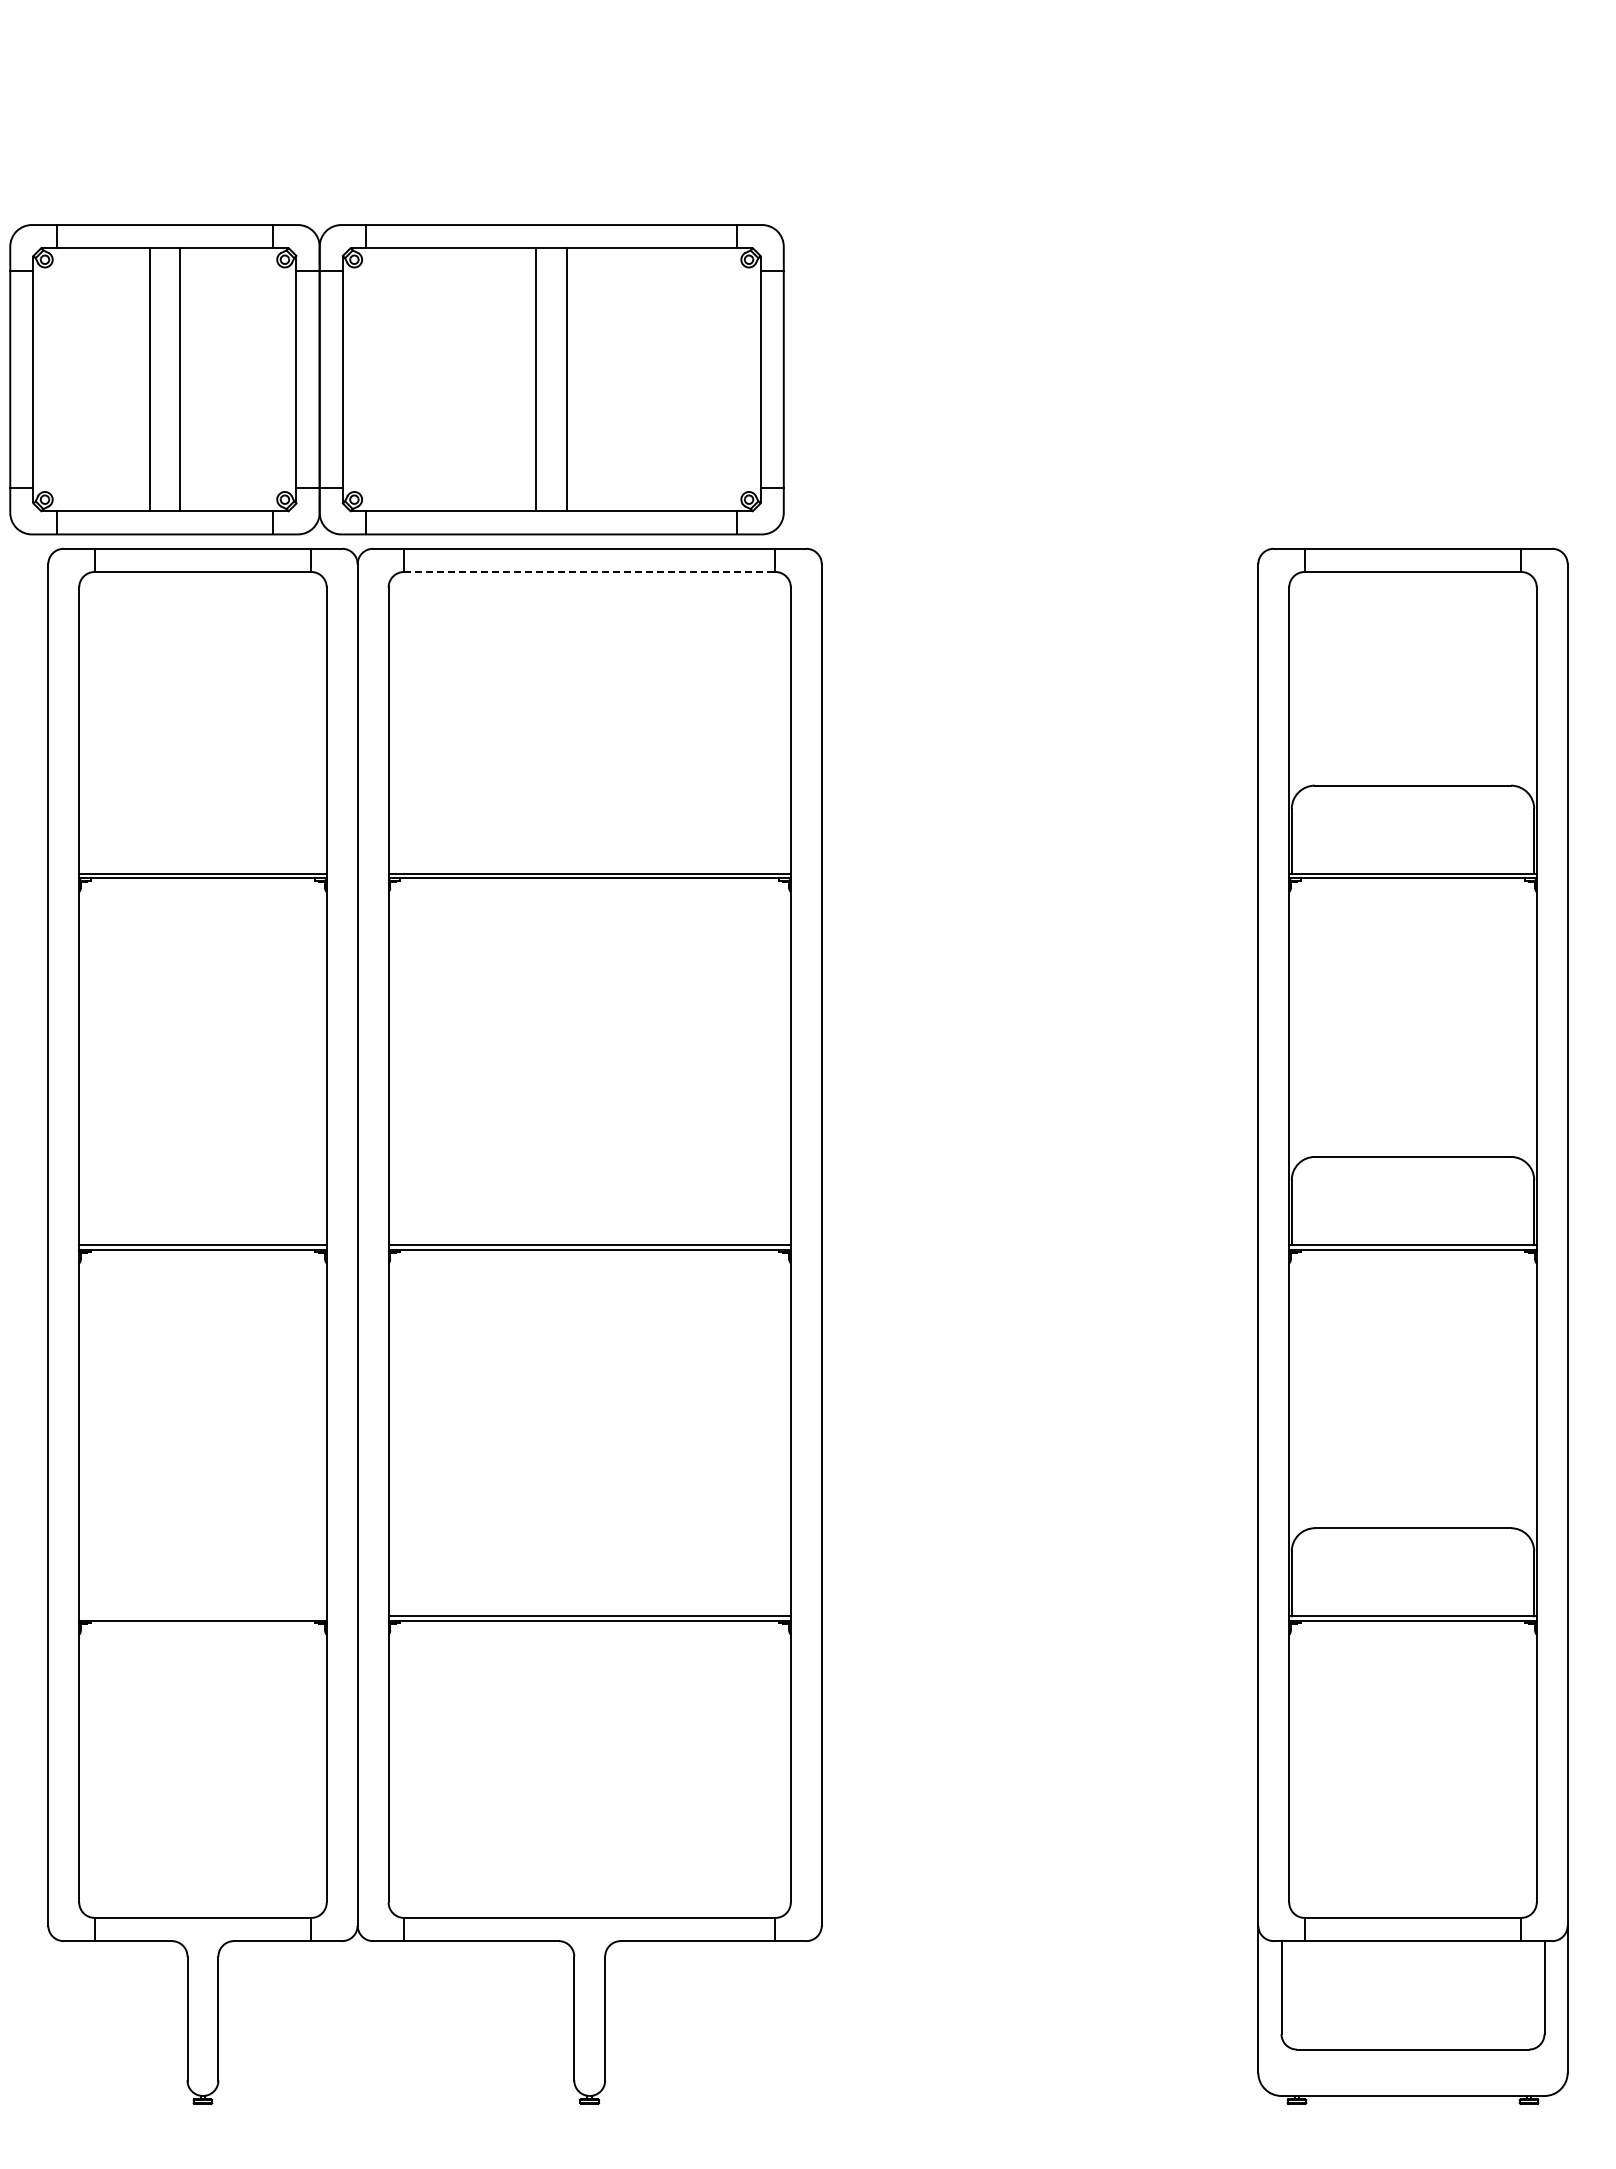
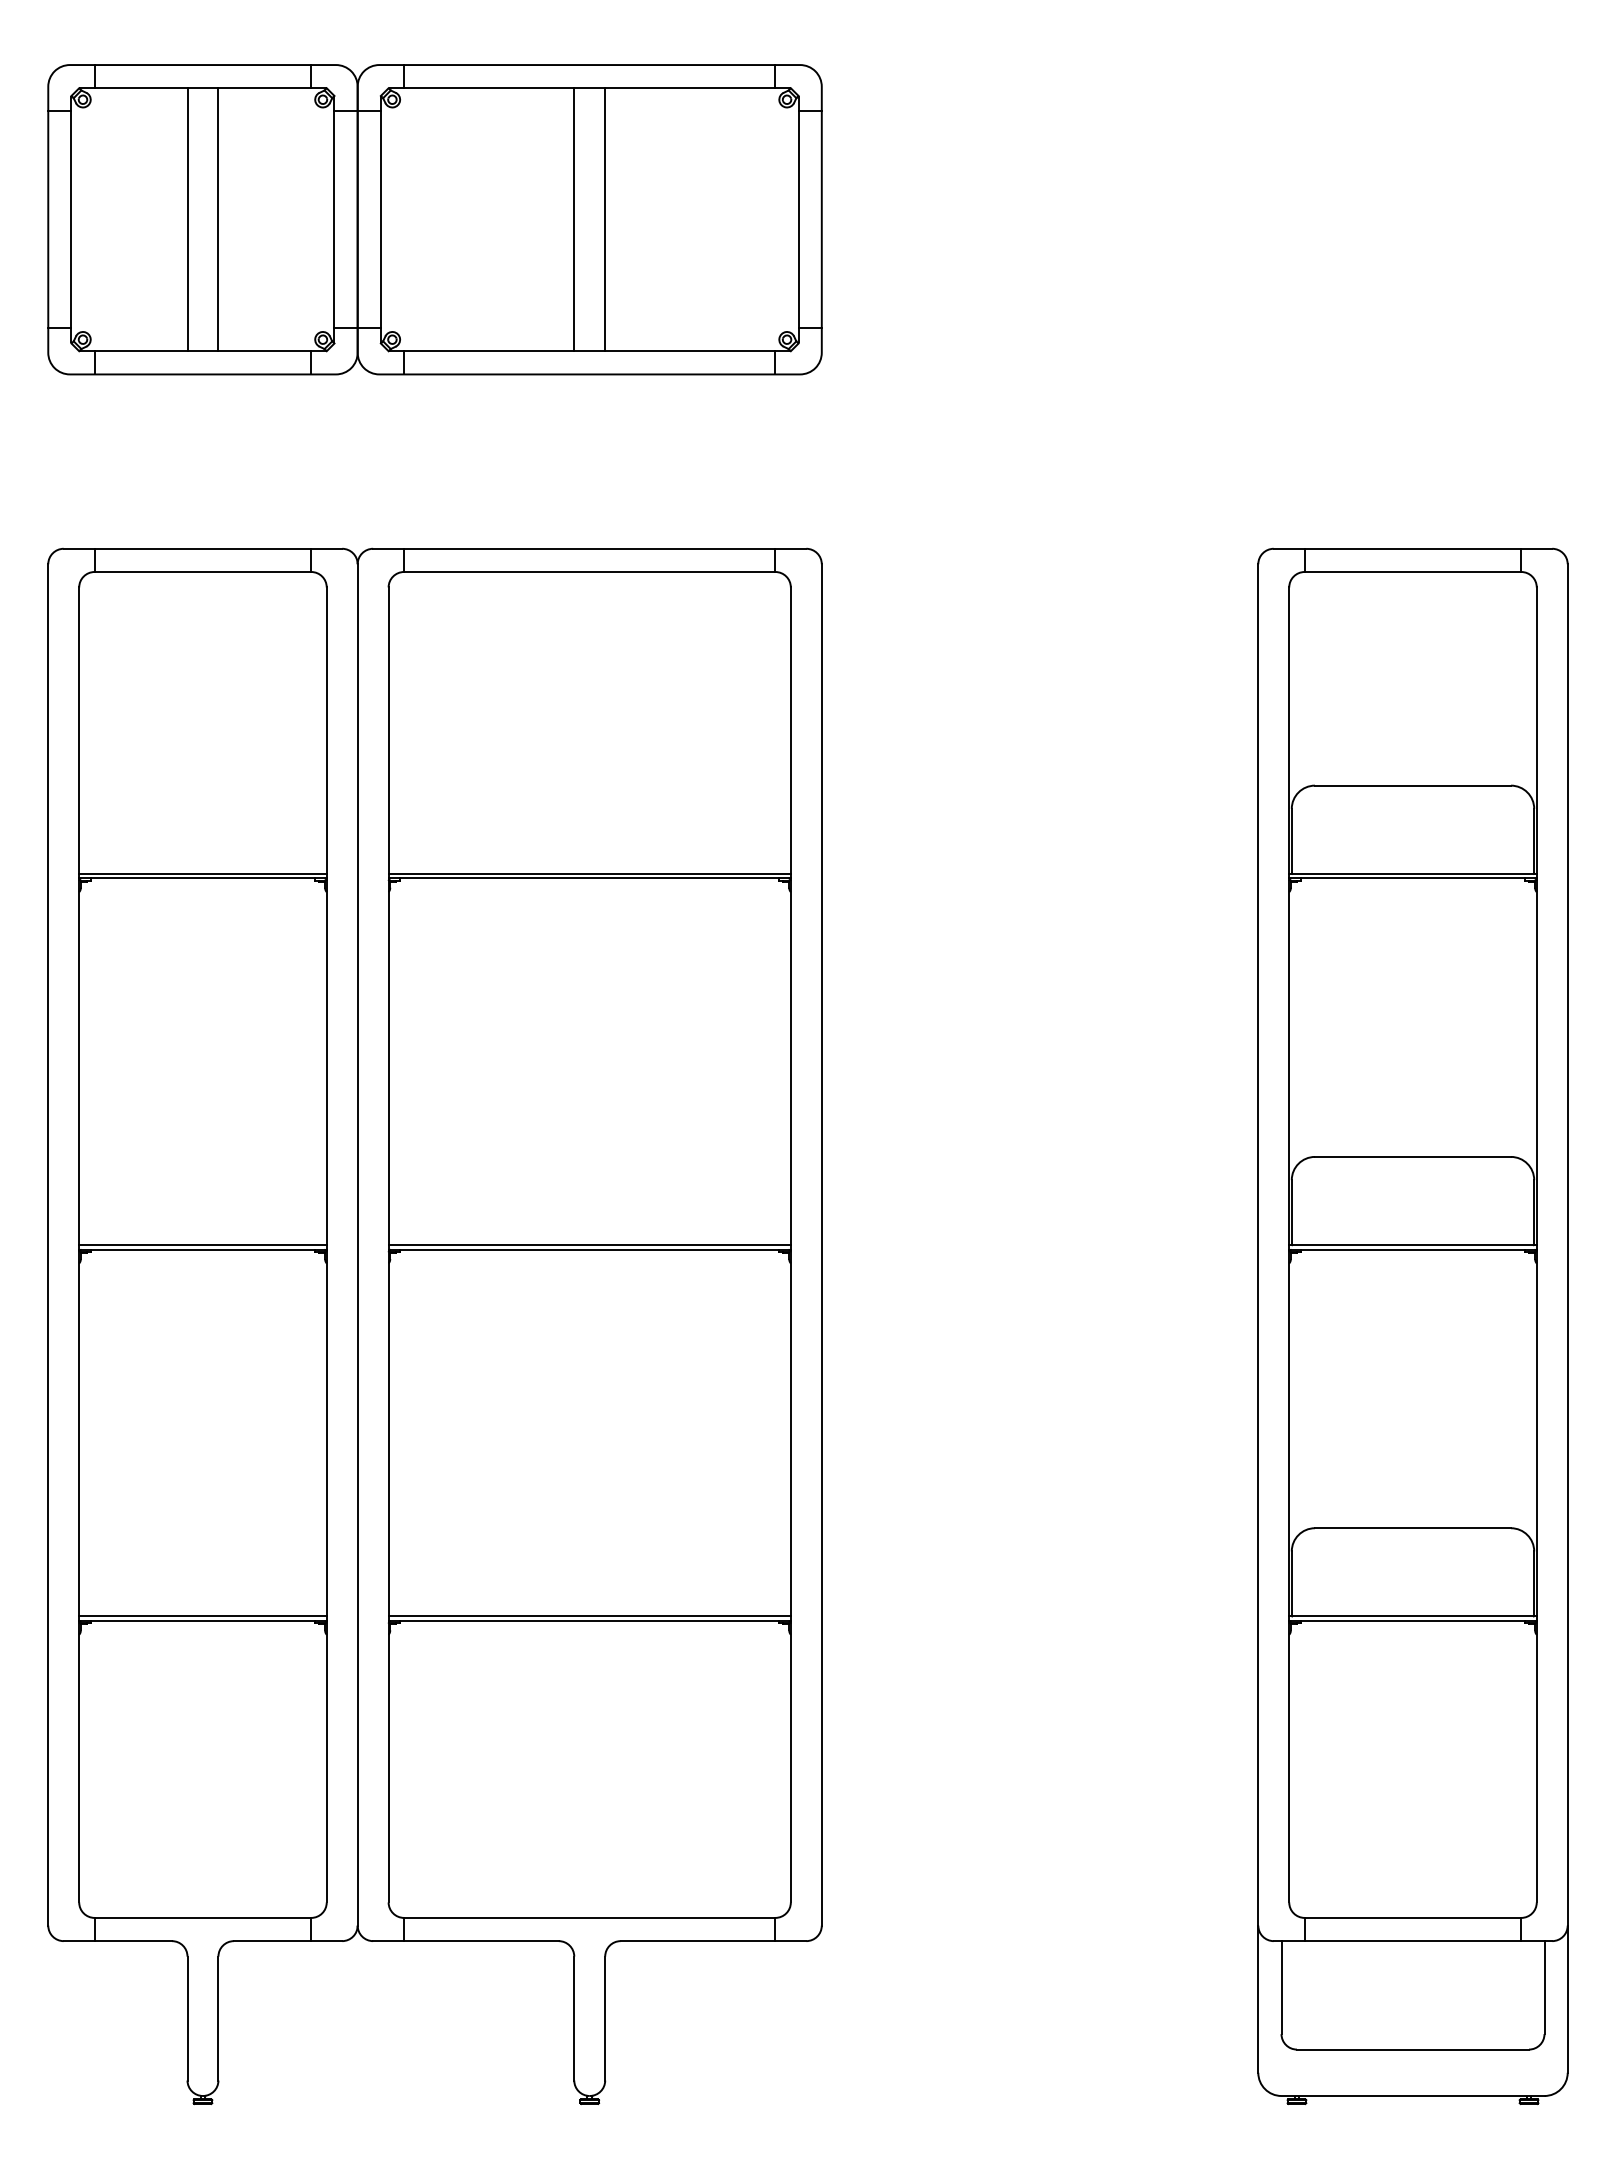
part at (396, 379) position: (396, 379) -> (434, 219)
line at (589, 572): dashed -> solid
line at (202, 1616): none -> present
